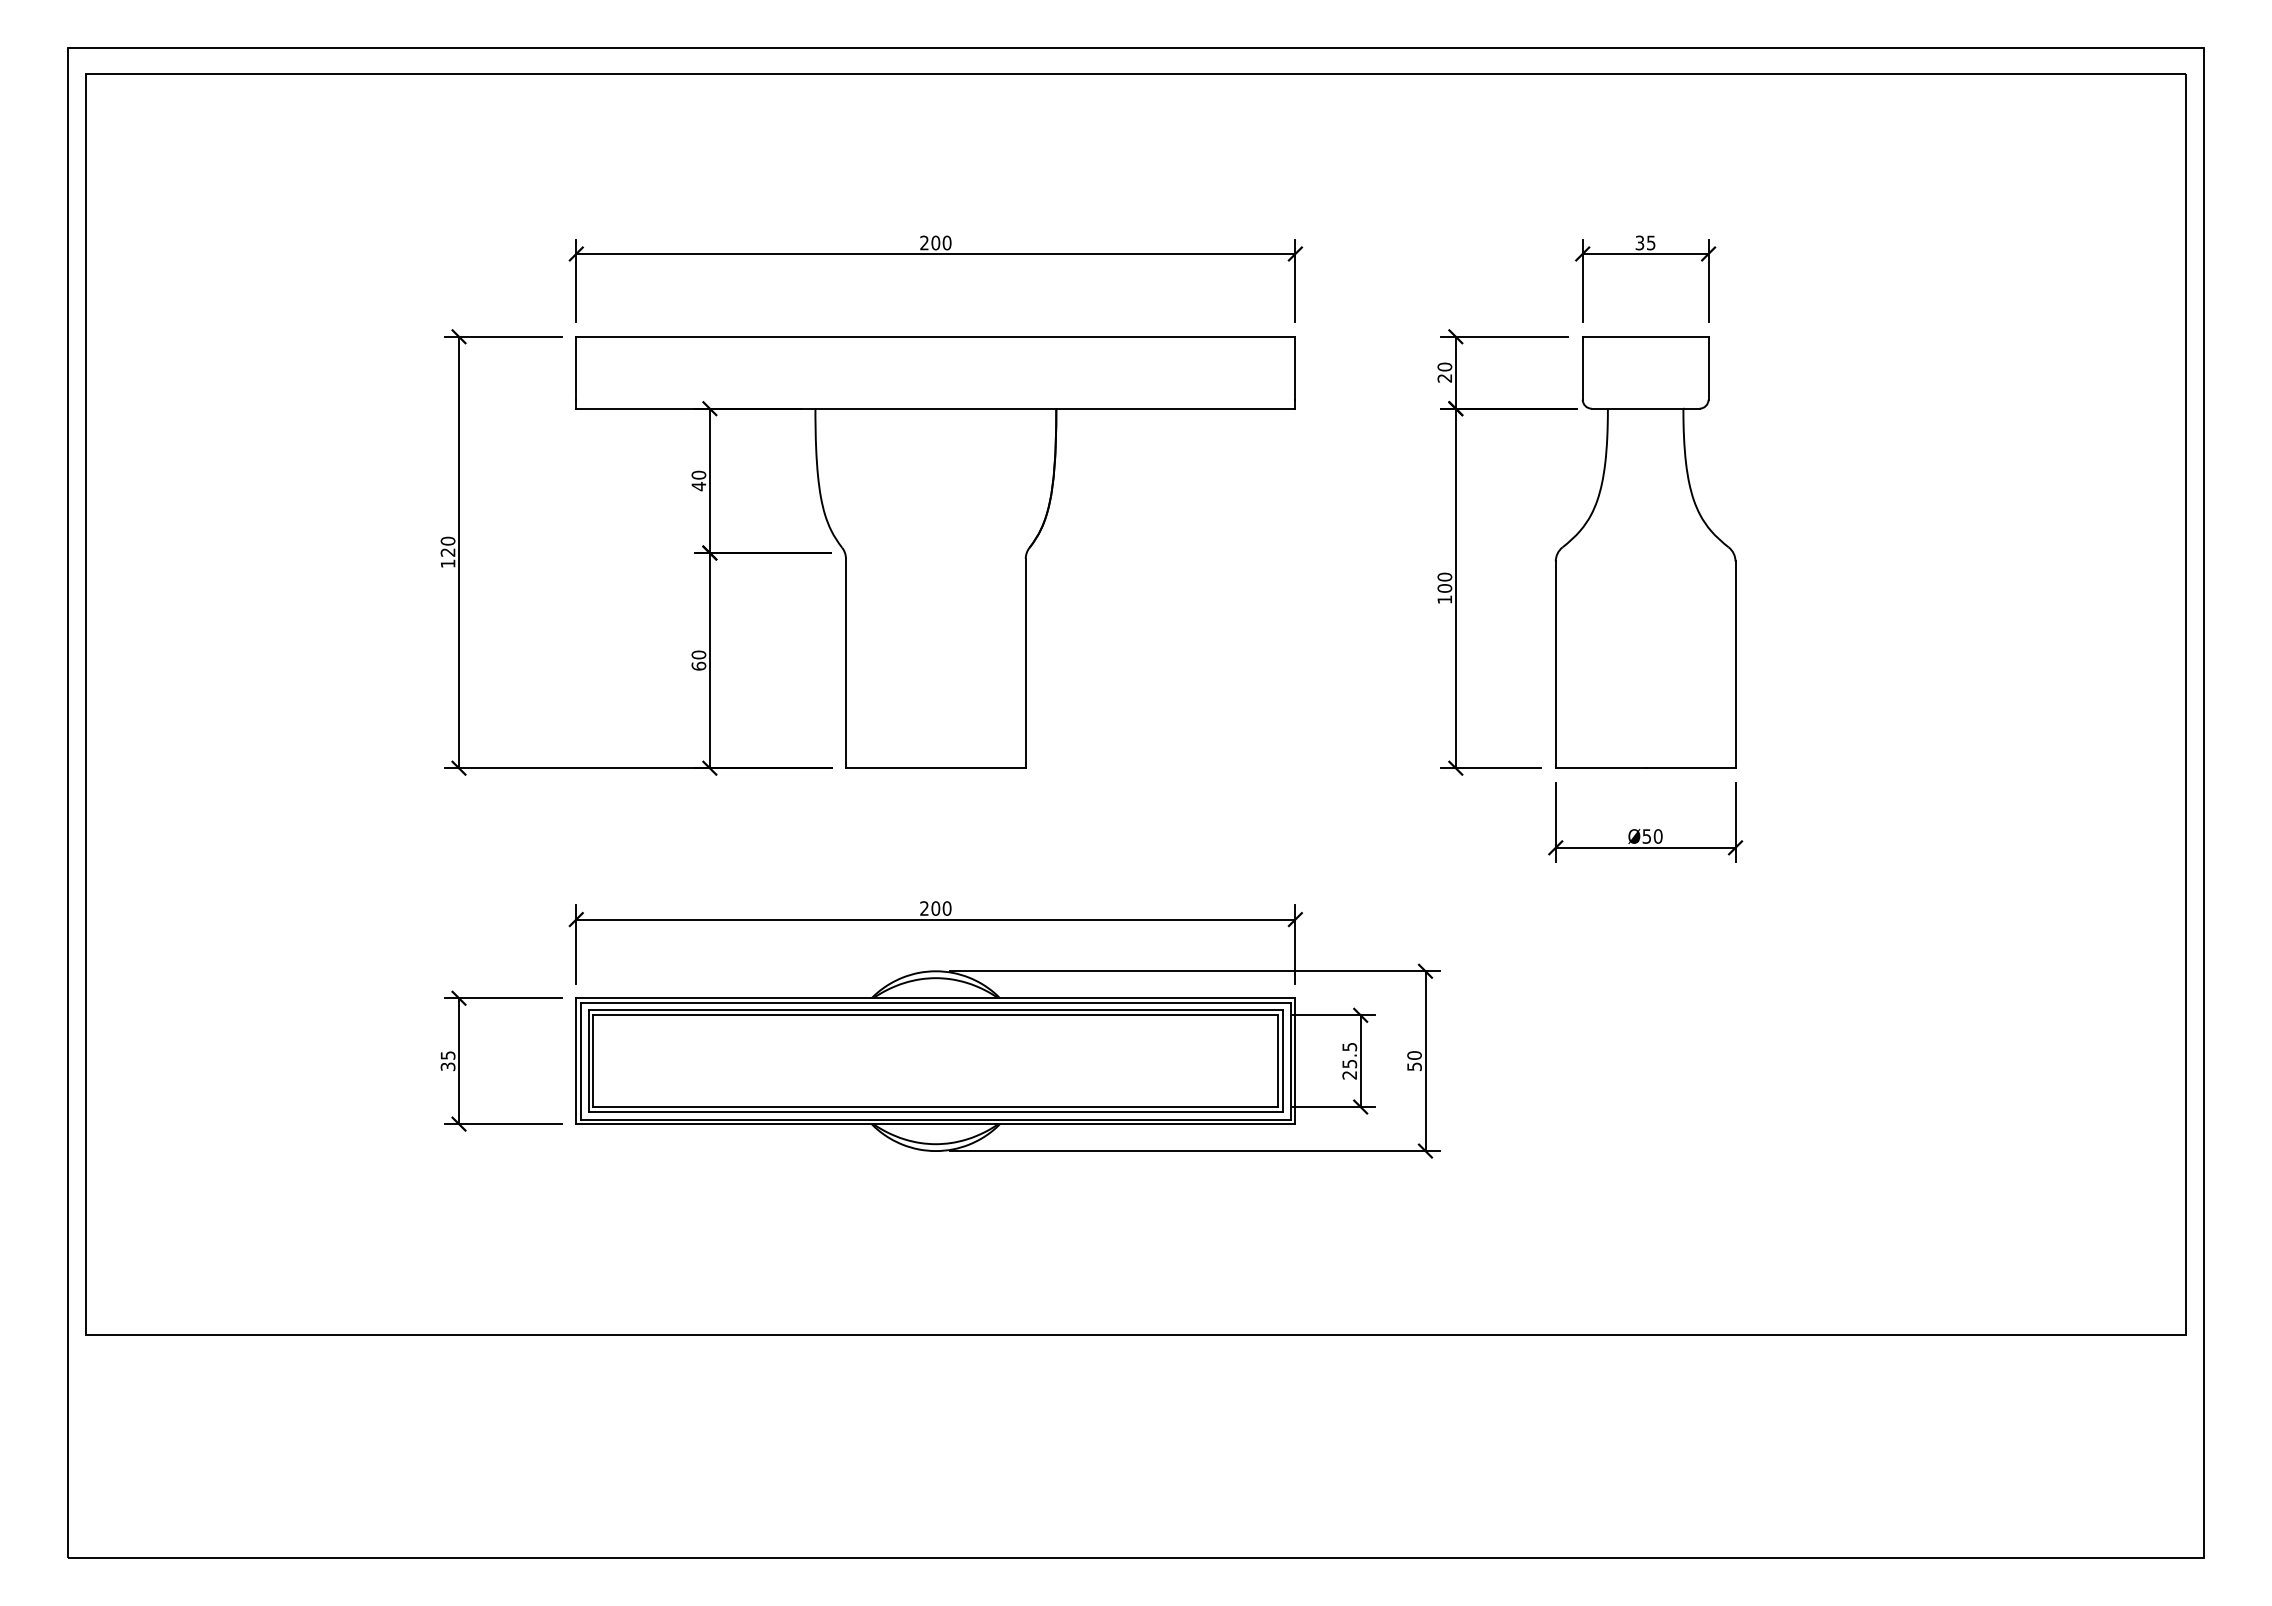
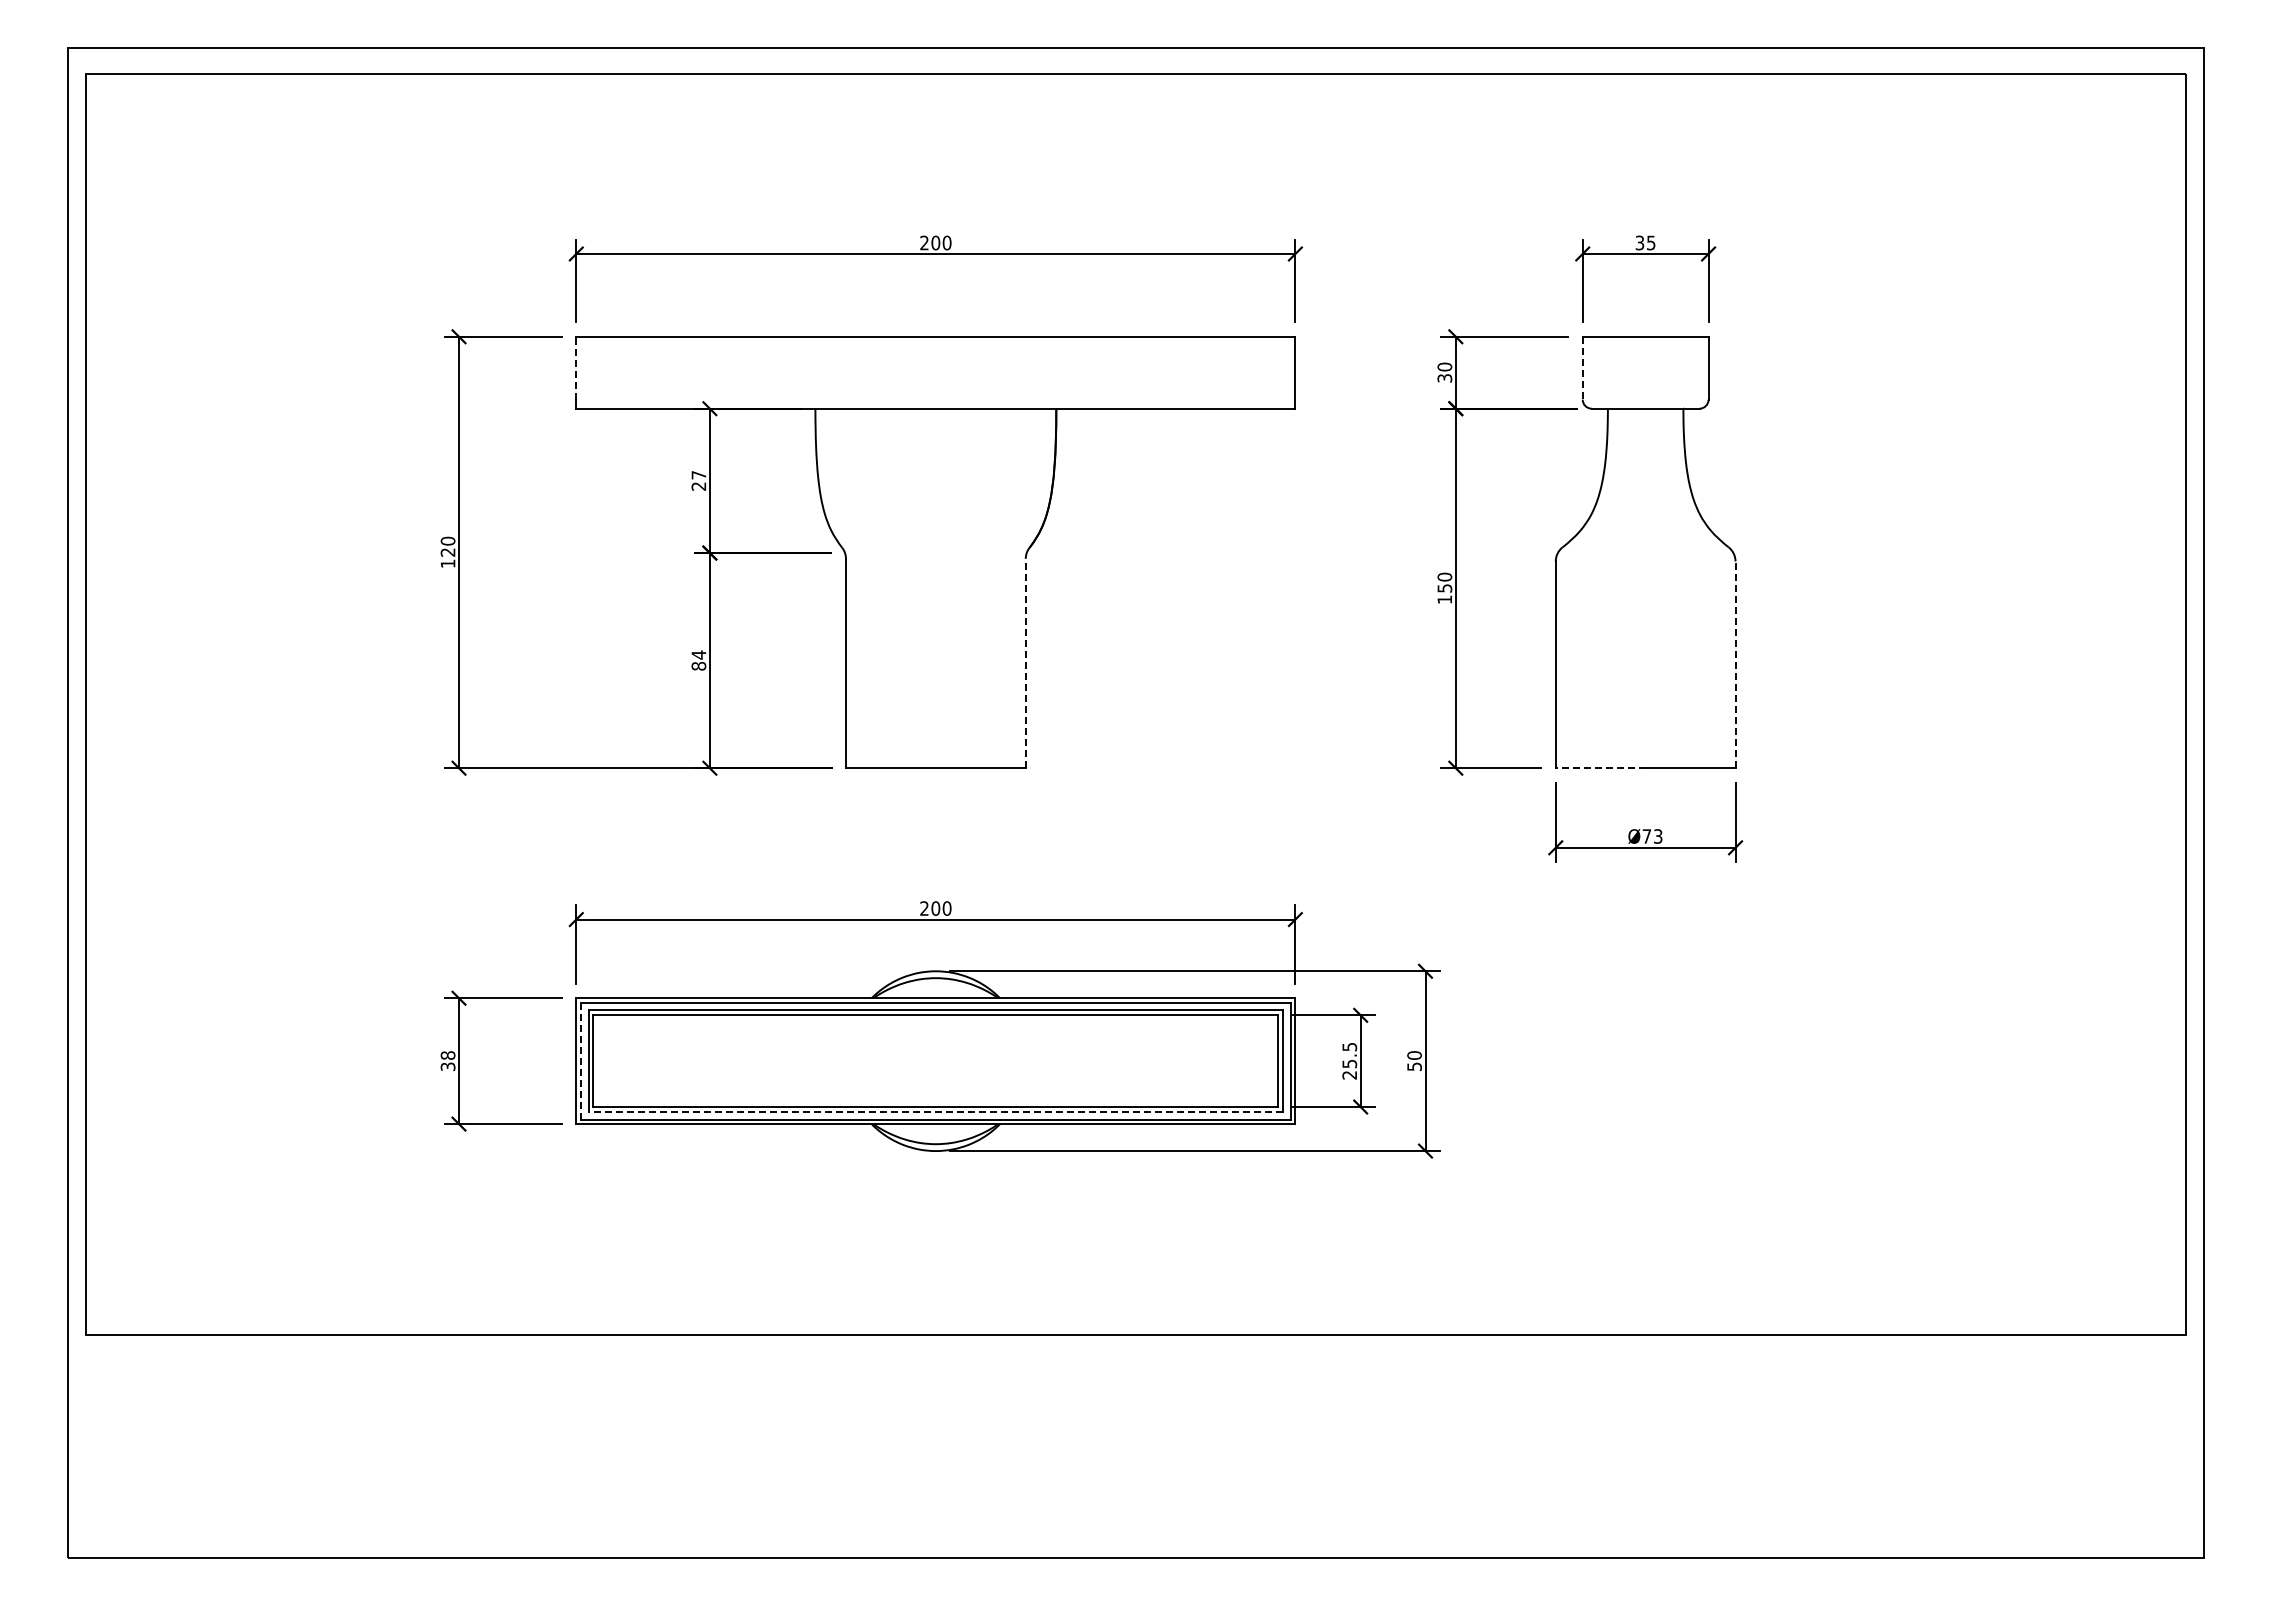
line at (576, 367): solid -> dashed
line at (1582, 368): solid -> dashed
text at (1445, 378): 20 -> 30
text at (698, 480): 40 -> 27
text at (1444, 588): 100 -> 150
text at (698, 660): 60 -> 84
line at (1025, 663): solid -> dashed
line at (1735, 664): solid -> dashed
line at (1600, 768): solid -> dashed
text at (1652, 836): Ø50 -> Ø73
text at (447, 1055): 35 -> 38
line at (580, 1061): solid -> dashed
line at (935, 1111): solid -> dashed
